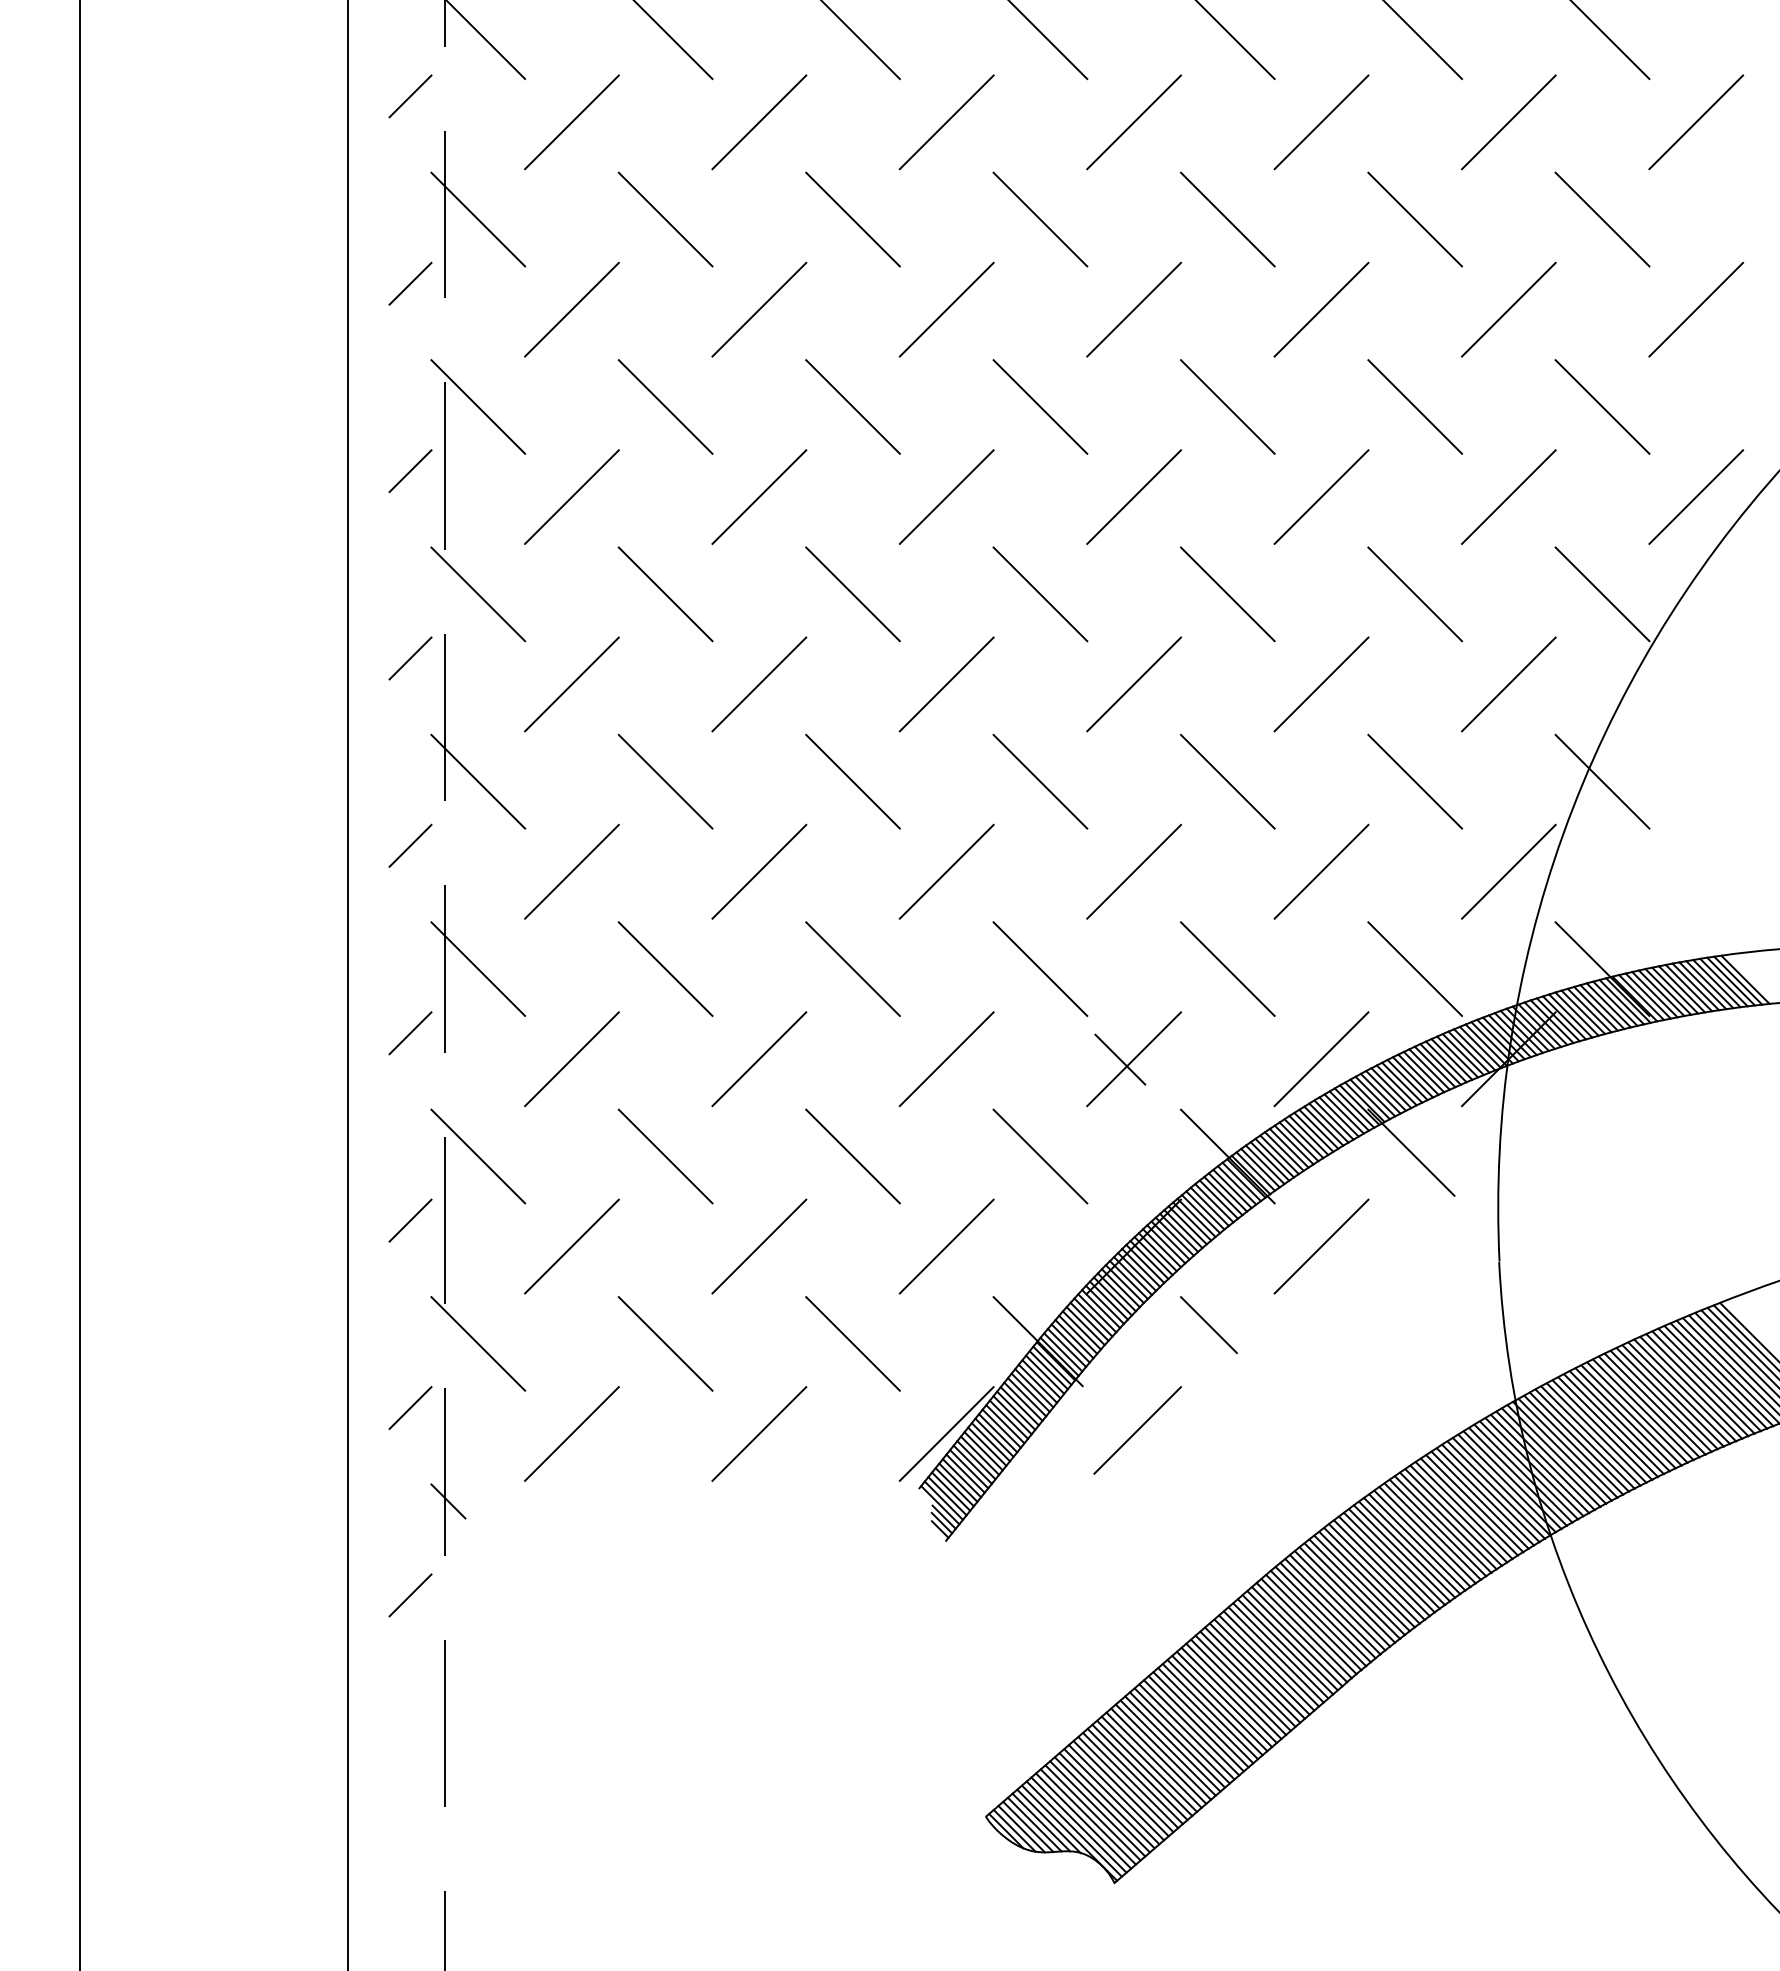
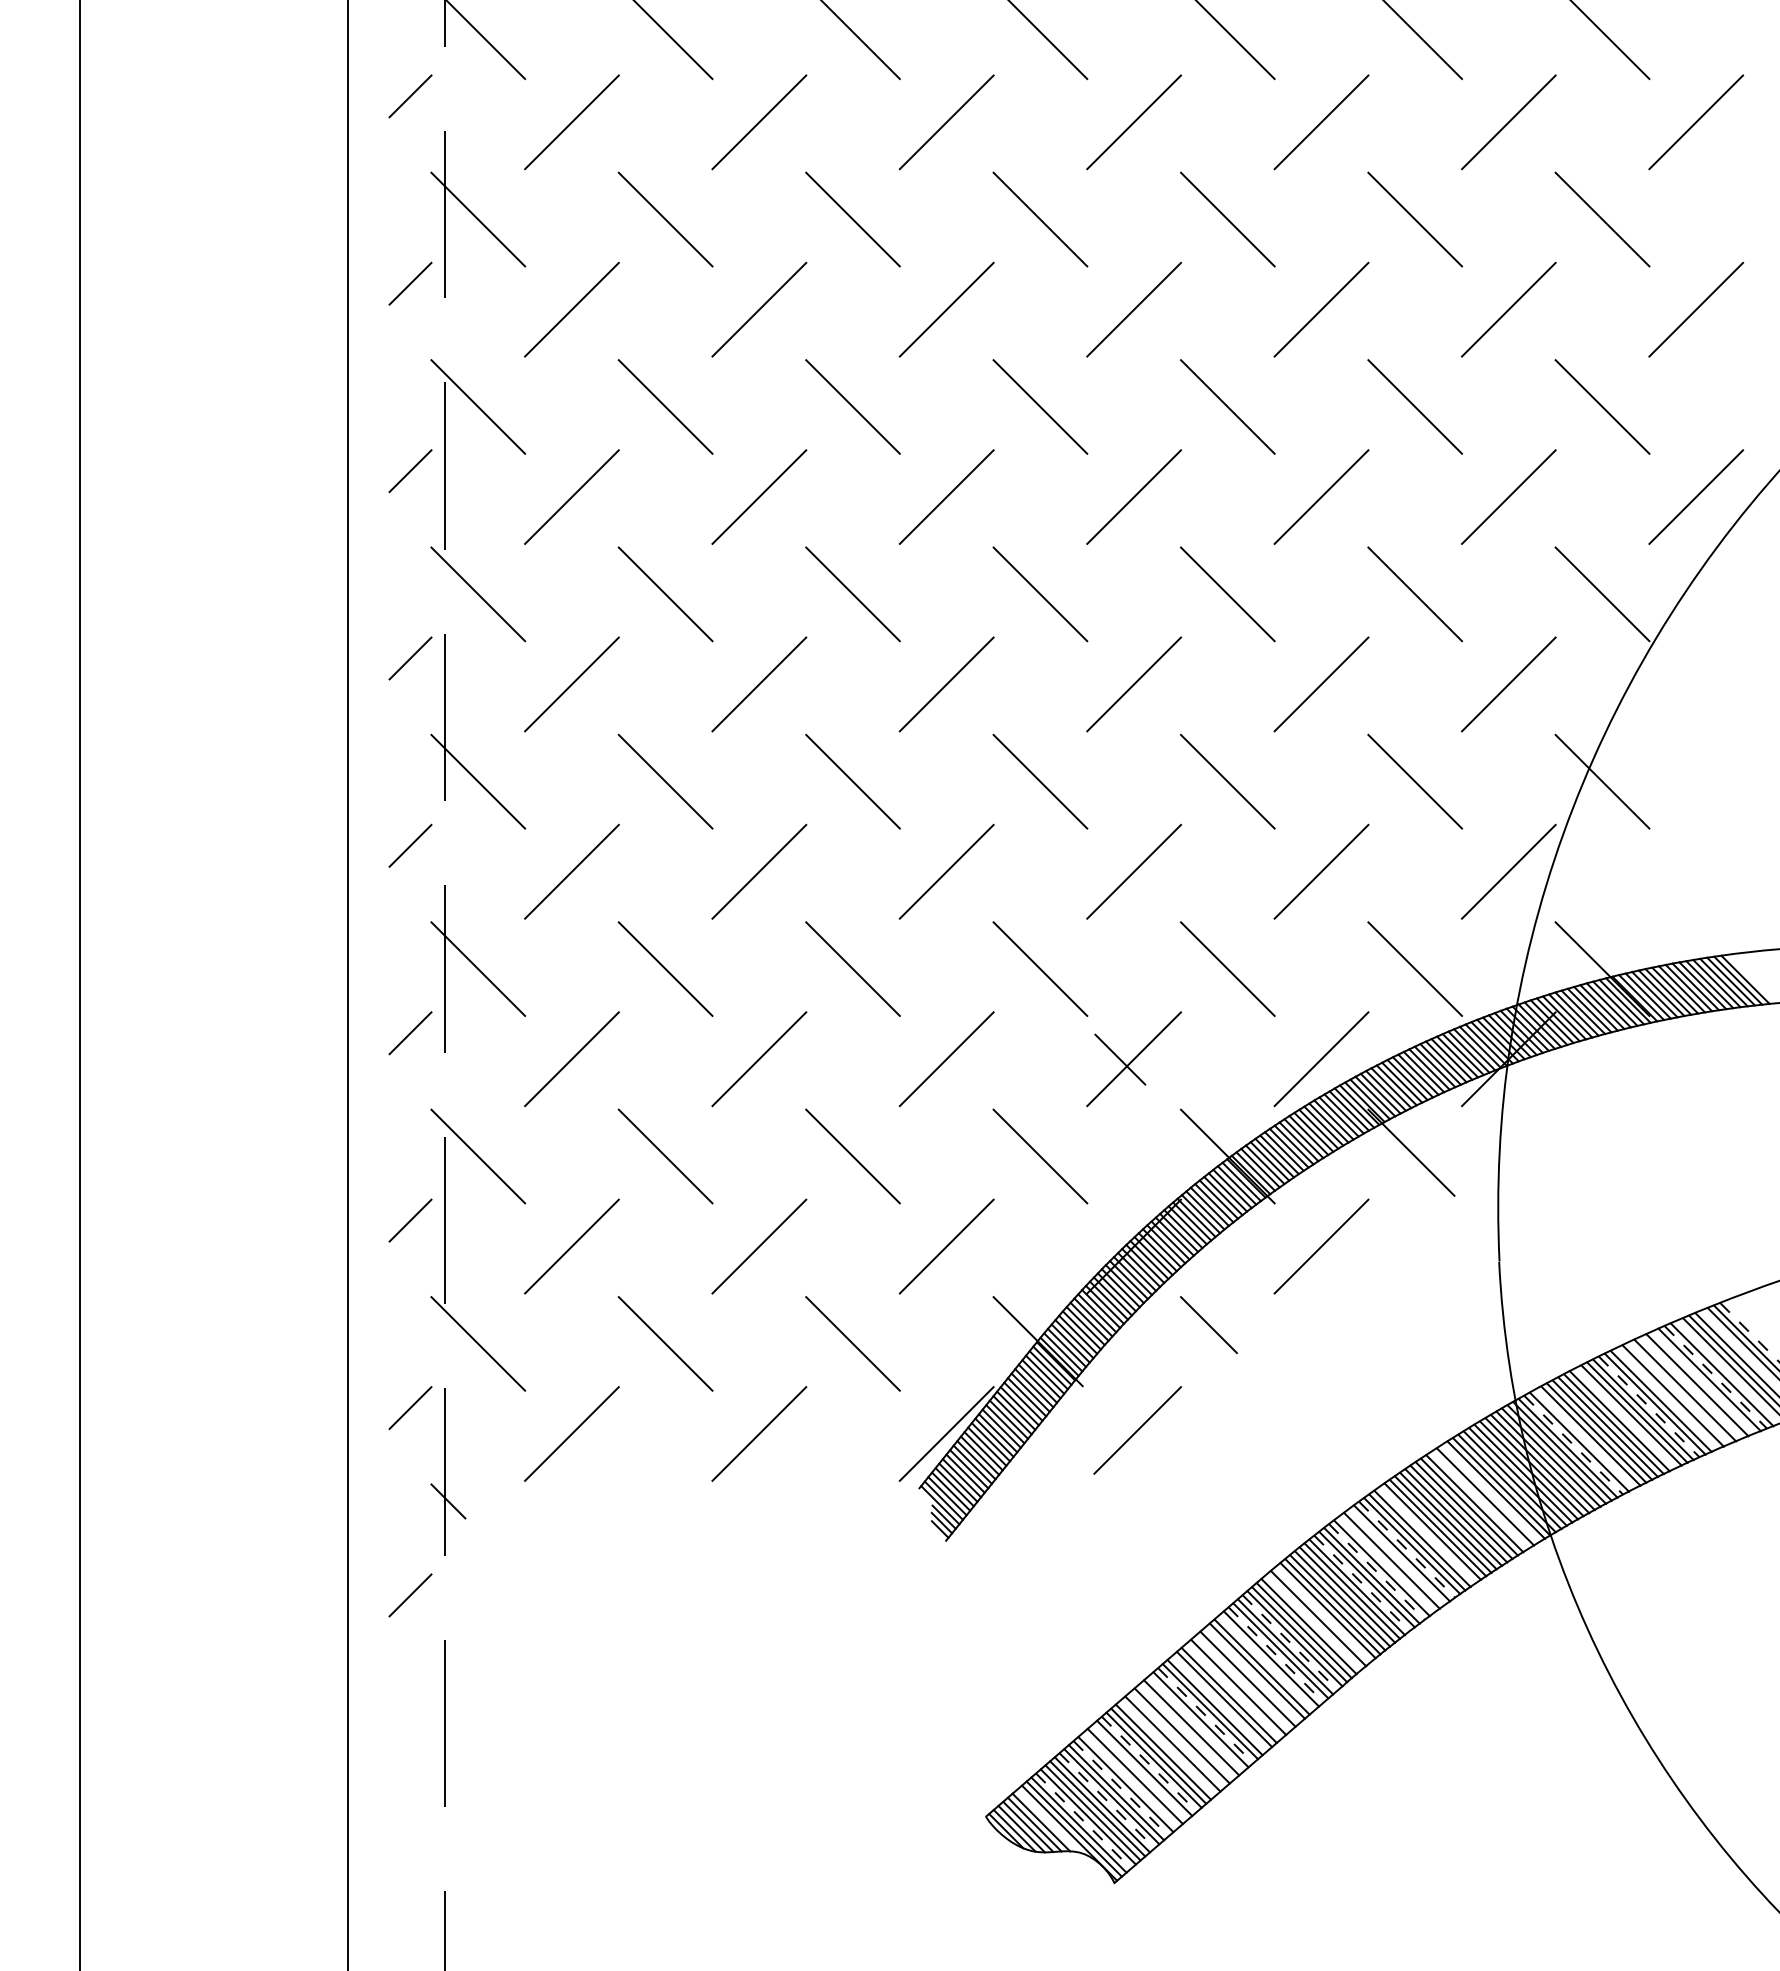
line at (1749, 1332): solid -> dashed
line at (1738, 1347): present -> none
line at (1726, 1370): present -> none
line at (1715, 1377): solid -> dashed
line at (1703, 1382): present -> none
line at (1691, 1387): present -> none
line at (1679, 1393): present -> none
line at (1666, 1398): present -> none
line at (1649, 1407): solid -> dashed
line at (1625, 1418): present -> none
line at (1584, 1438): present -> none
line at (1573, 1445): solid -> dashed
line at (1490, 1493): present -> none
line at (1479, 1499): present -> none
line at (1427, 1535): present -> none
line at (1407, 1549): solid -> dashed
line at (1397, 1557): present -> none
line at (1386, 1564): present -> none
line at (1376, 1572): solid -> dashed
line at (1362, 1583): solid -> dashed
line at (1322, 1614): present -> none
line at (1313, 1622): present -> none
line at (1290, 1643): solid -> dashed
line at (1276, 1655): solid -> dashed
line at (1266, 1662): present -> none
line at (1252, 1674): present -> none
line at (1242, 1682): present -> none
line at (1233, 1690): present -> none
line at (1219, 1703): present -> none
line at (1206, 1716): solid -> dashed
line at (1195, 1723): present -> none
line at (1186, 1731): present -> none
line at (1177, 1739): present -> none
line at (1167, 1747): present -> none
line at (1149, 1764): solid -> dashed
line at (1139, 1772): present -> none
line at (1130, 1780): present -> none
line at (1121, 1789): solid -> dashed
line at (1107, 1801): solid -> dashed
line at (1048, 1821): present -> none
line at (1084, 1821): solid -> dashed
